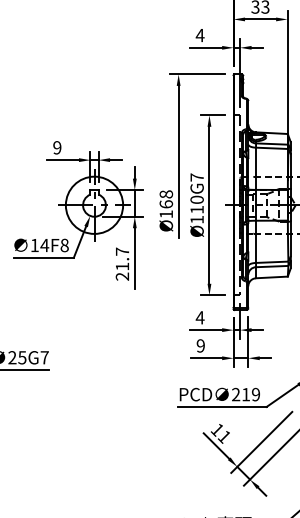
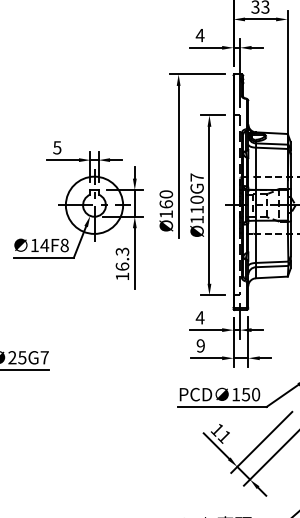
text at (57, 147): 9 -> 5
text at (166, 194): Ø168 -> Ø160
text at (122, 263): 21.7 -> 16.3
text at (246, 394): 219 -> 150
